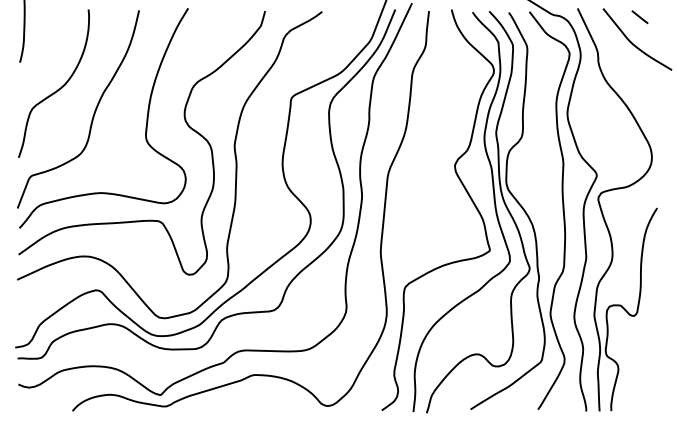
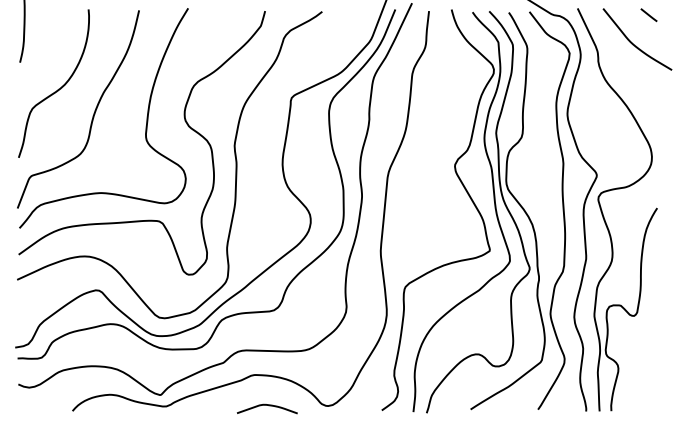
line at (639, 17) position: (639, 17) -> (648, 15)
curve at (269, 406): none -> present
